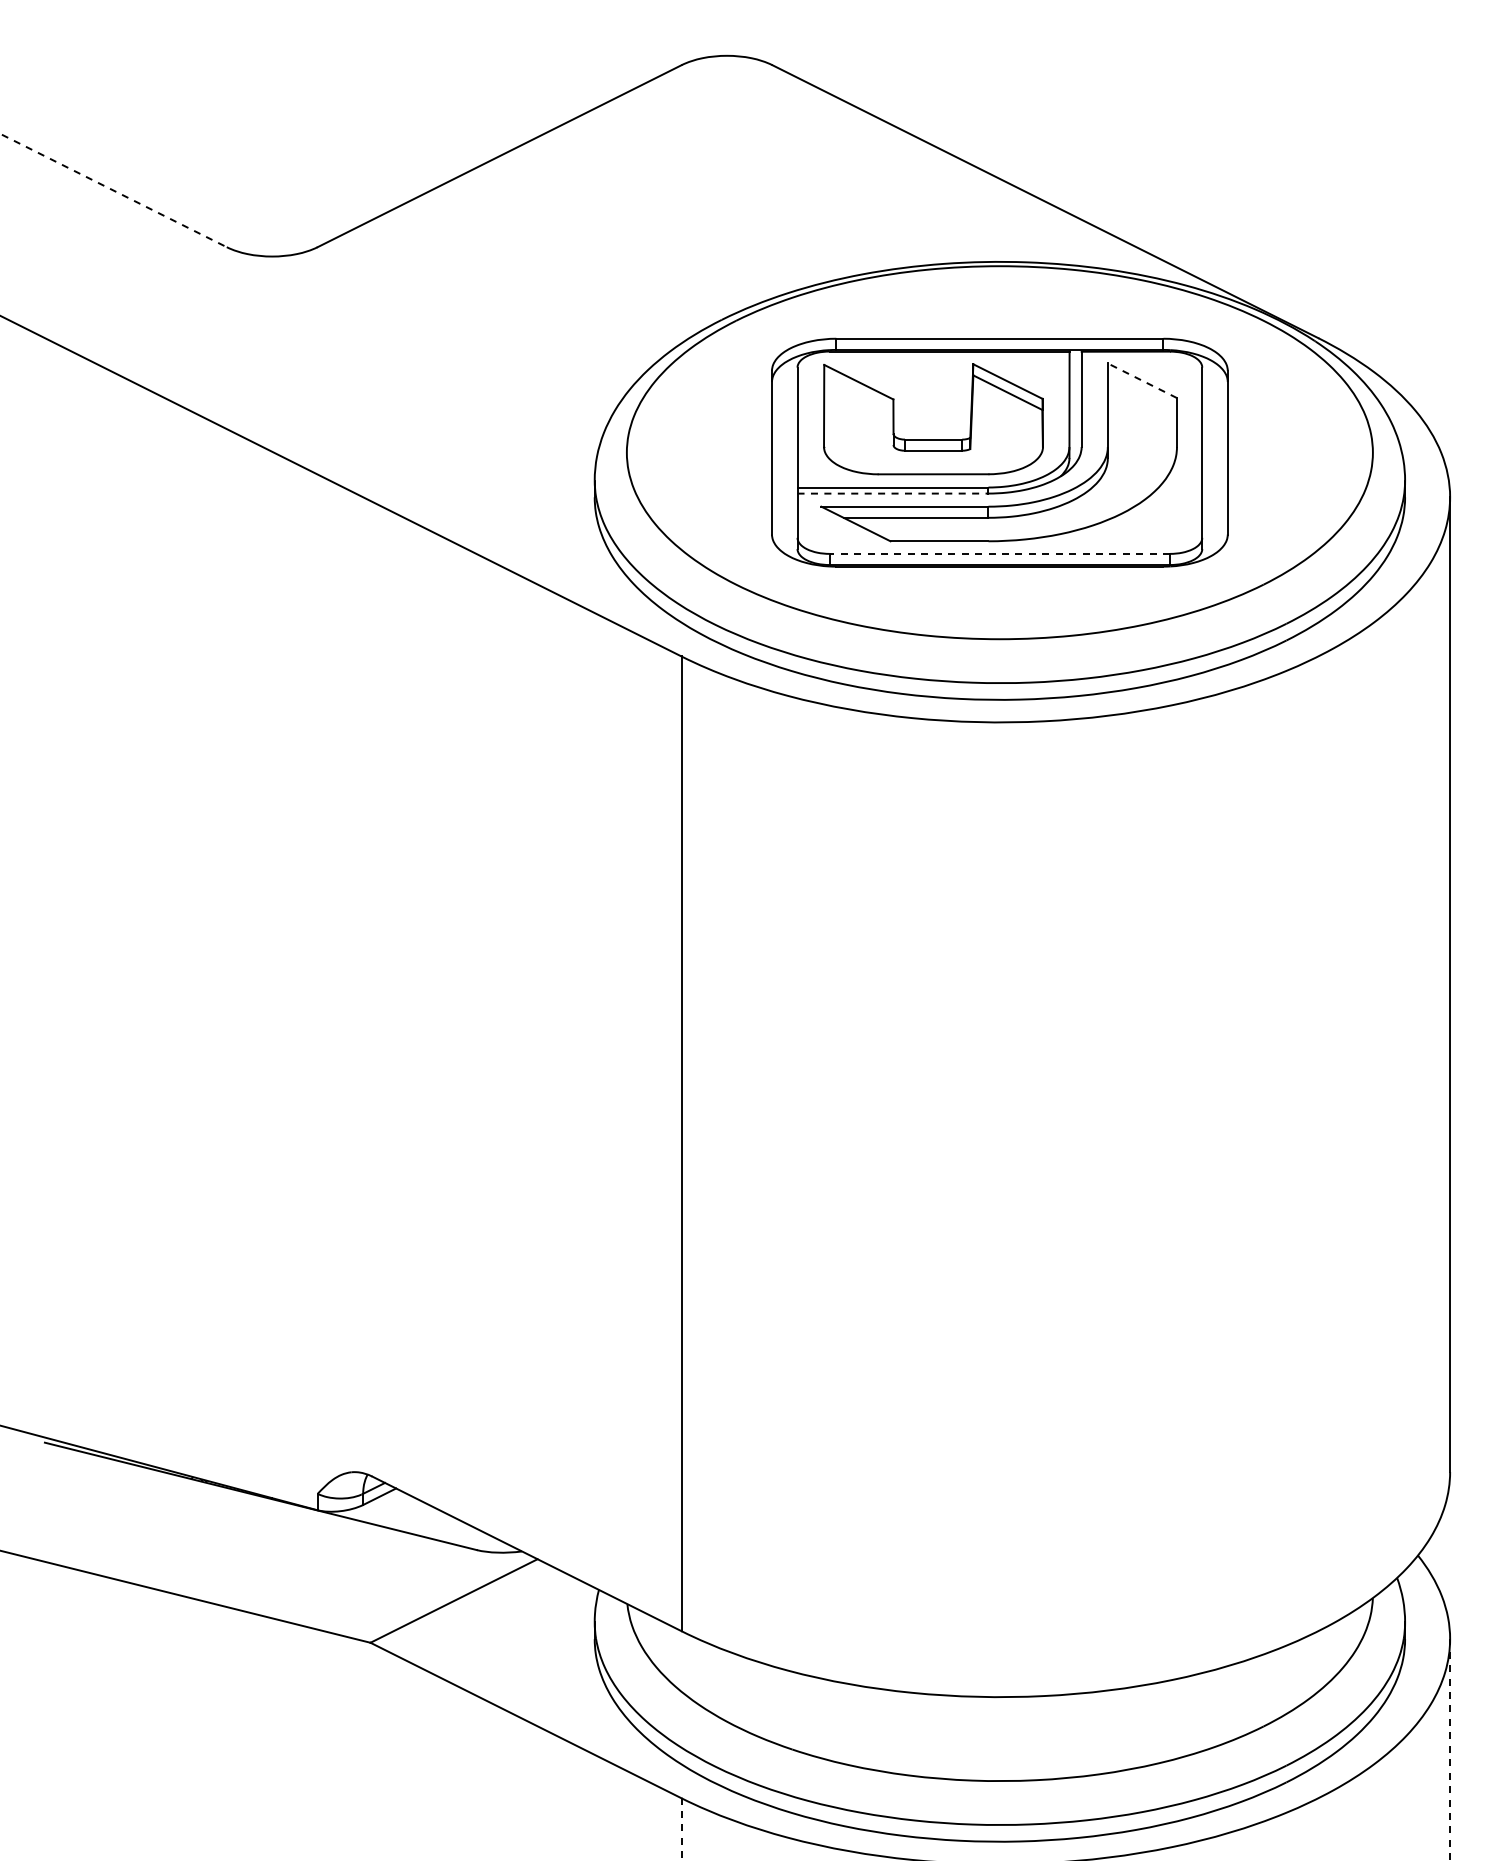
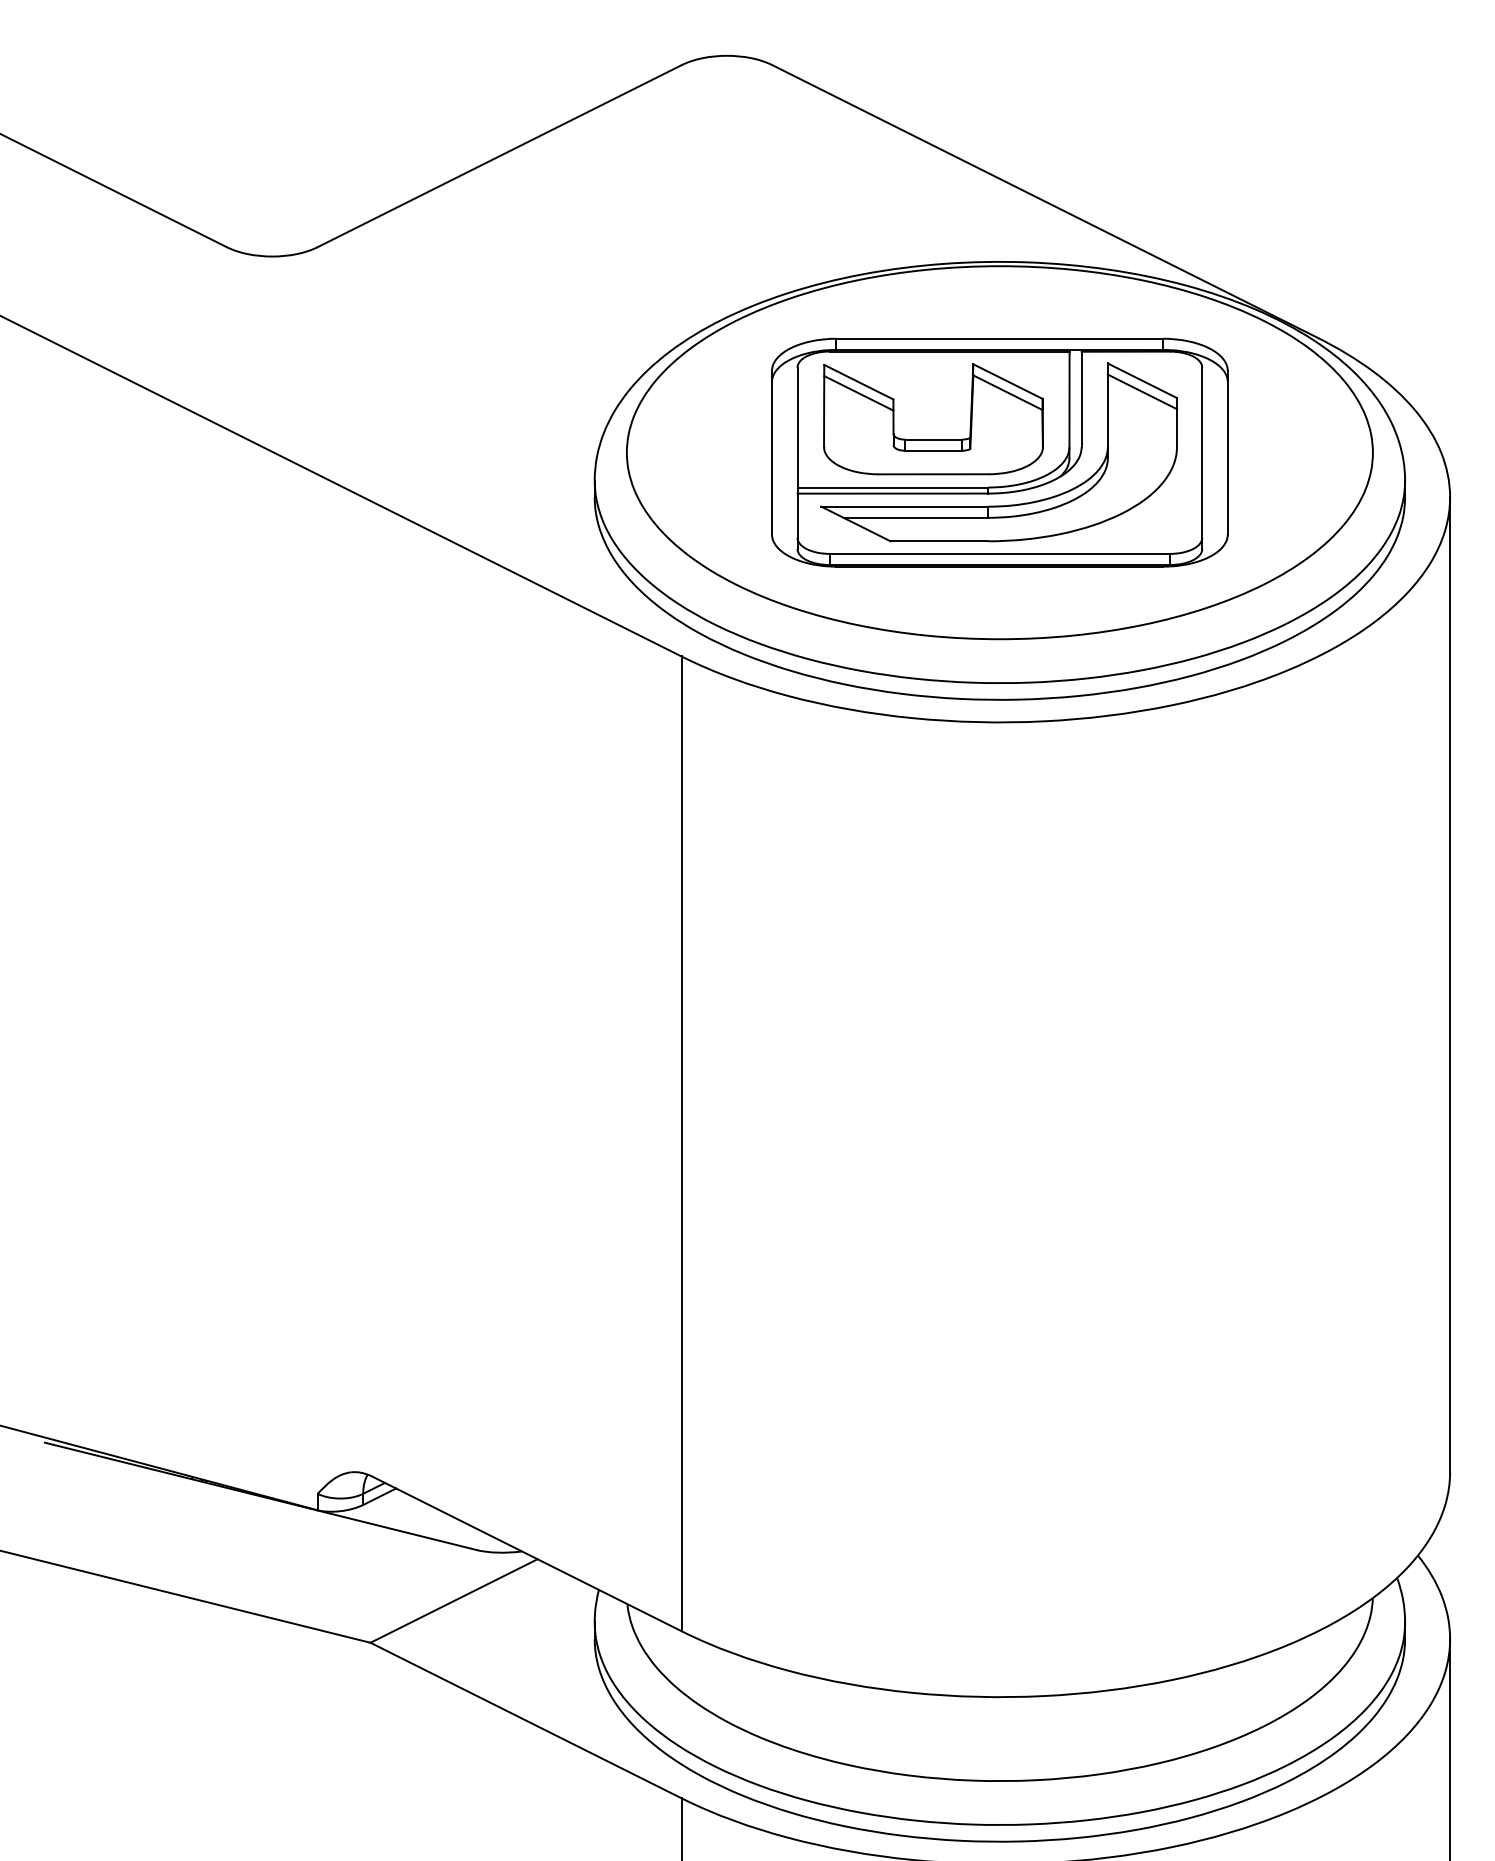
line at (113, 190): dashed -> solid
line at (1142, 380): dashed -> solid
line at (1141, 391): none -> present
line at (858, 393): none -> present
line at (893, 493): dashed -> solid
line at (999, 553): dashed -> solid
line at (1450, 1749): dashed -> solid
line at (681, 1829): dashed -> solid
